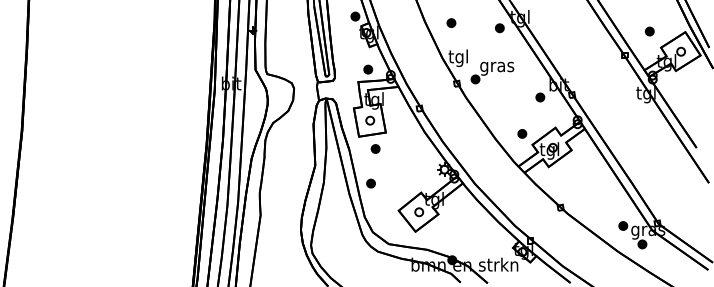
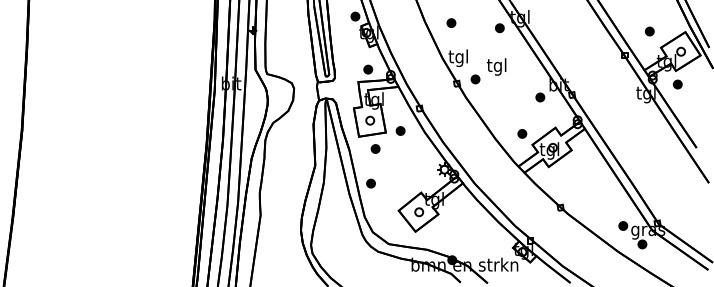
text at (497, 66): gras -> tgl
part at (677, 84): none -> present
part at (400, 130): none -> present
